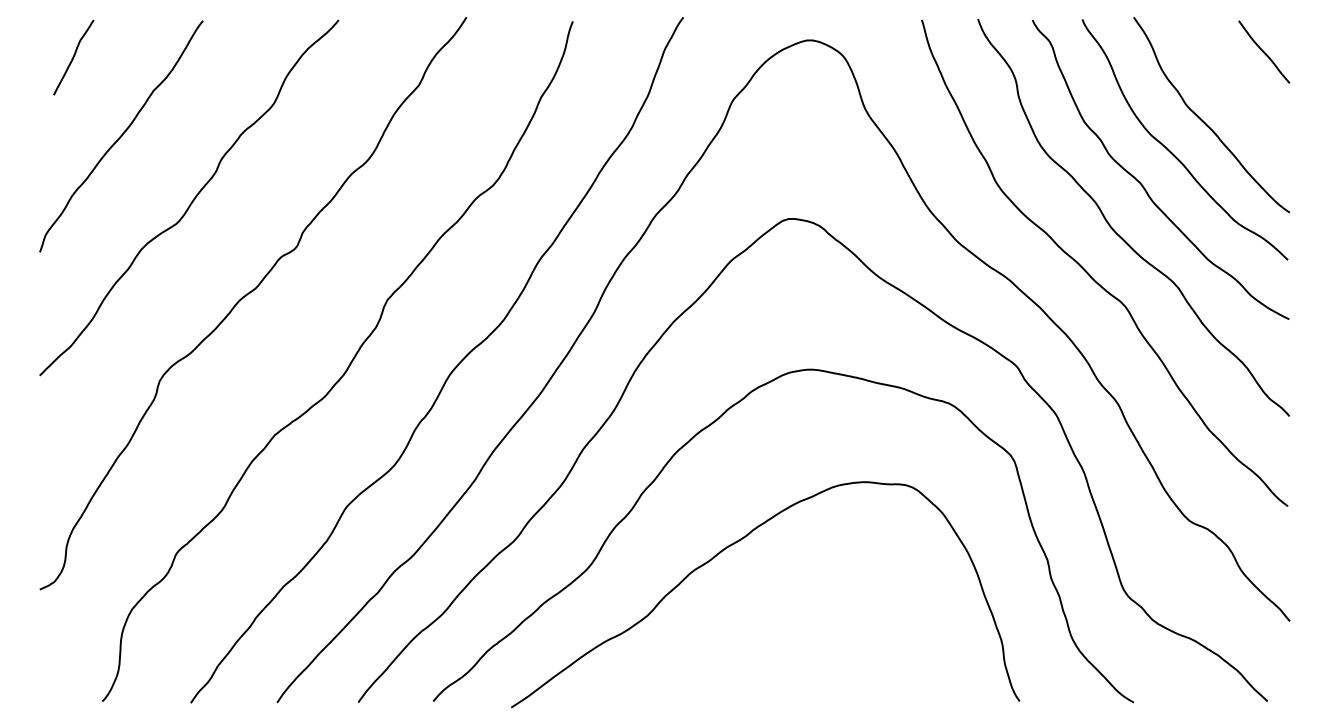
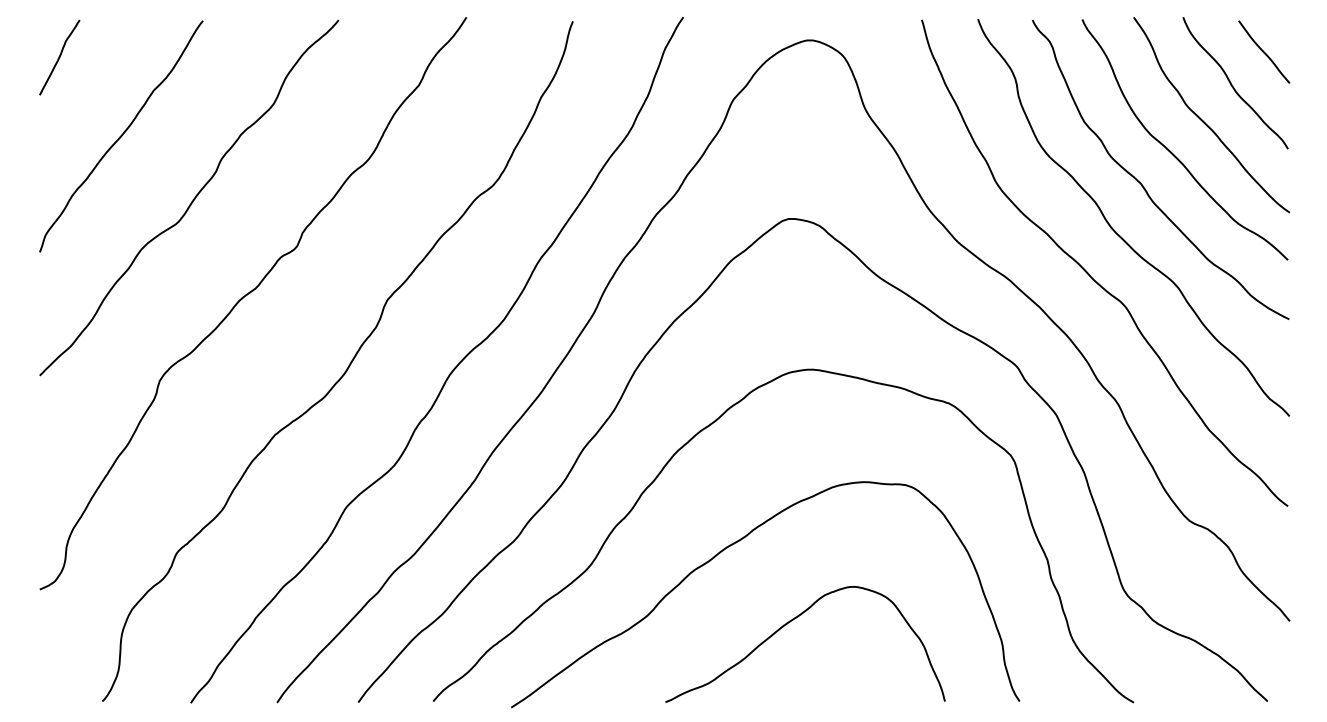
curve at (73, 57) position: (73, 57) -> (59, 57)
curve at (1232, 84): none -> present
curve at (790, 622): none -> present
